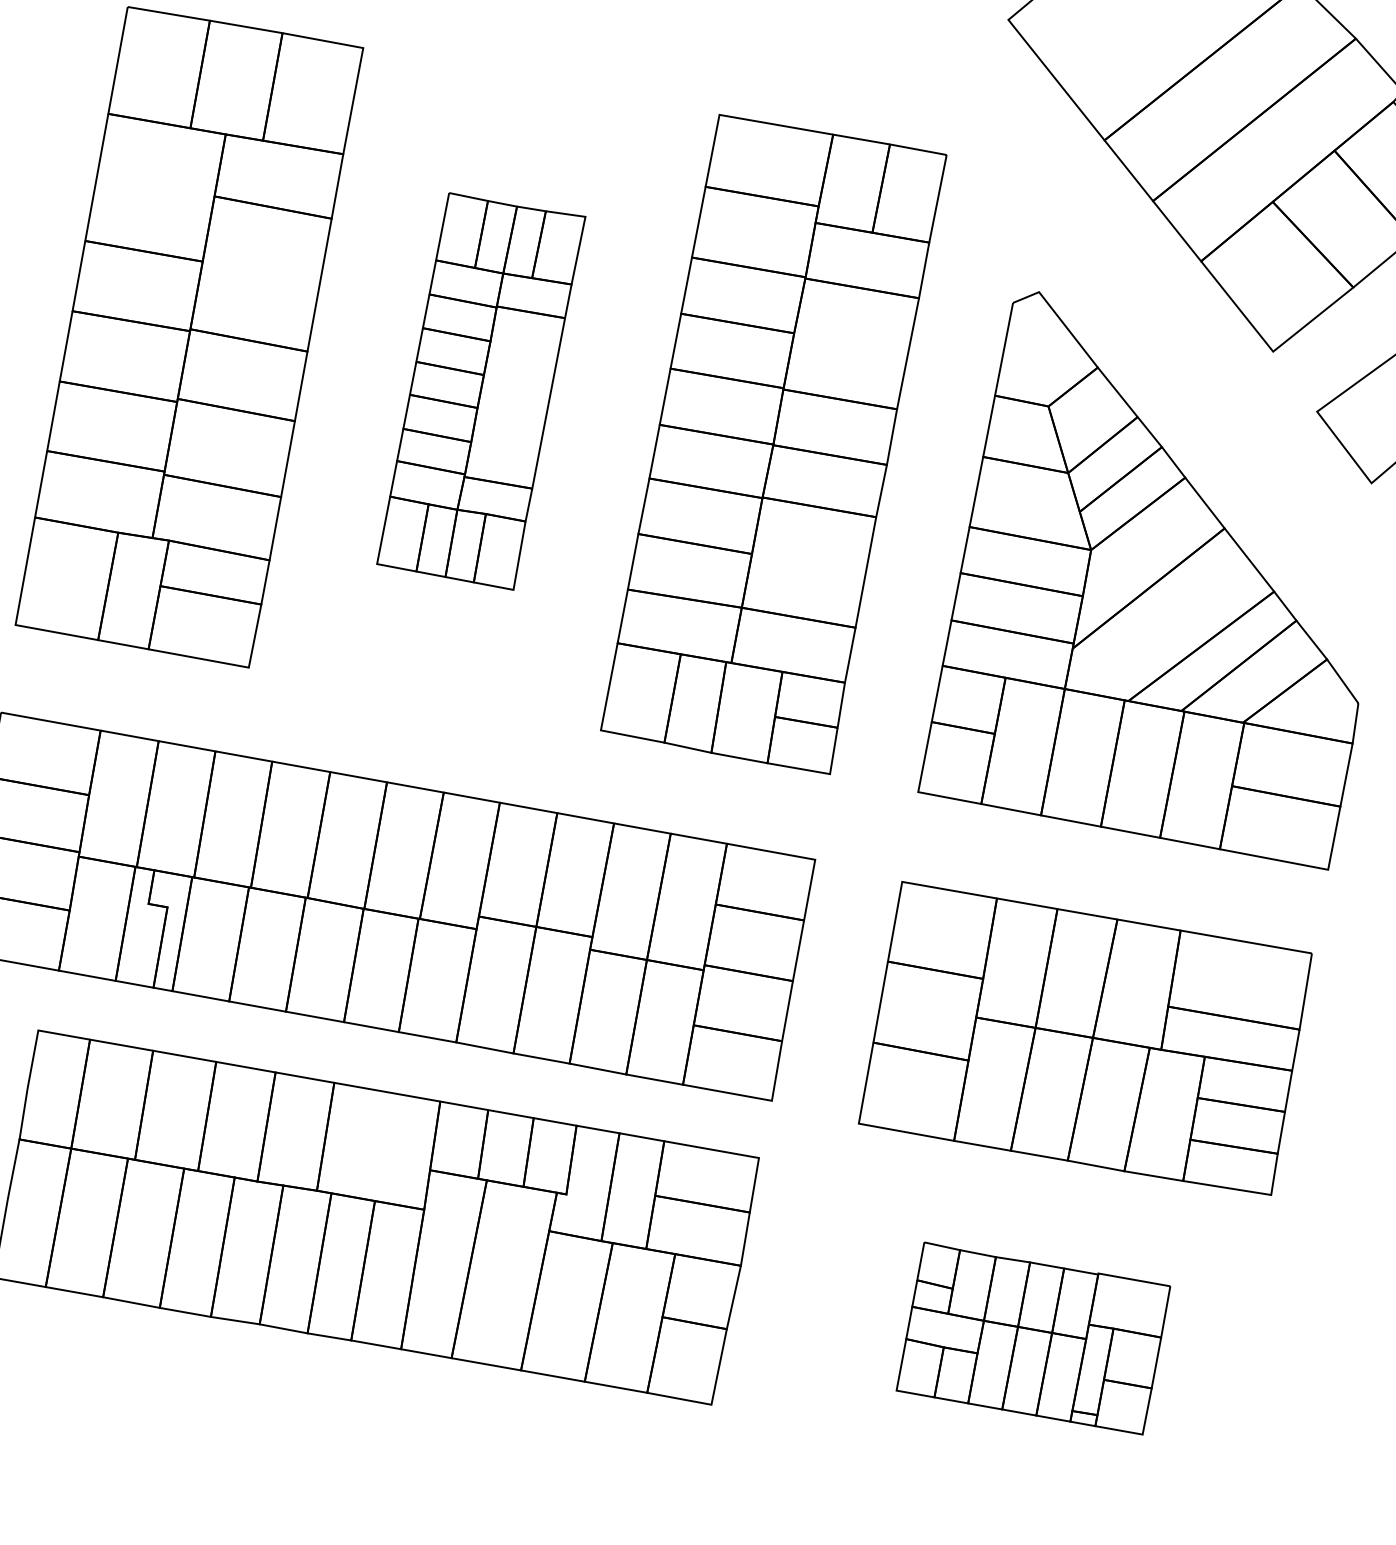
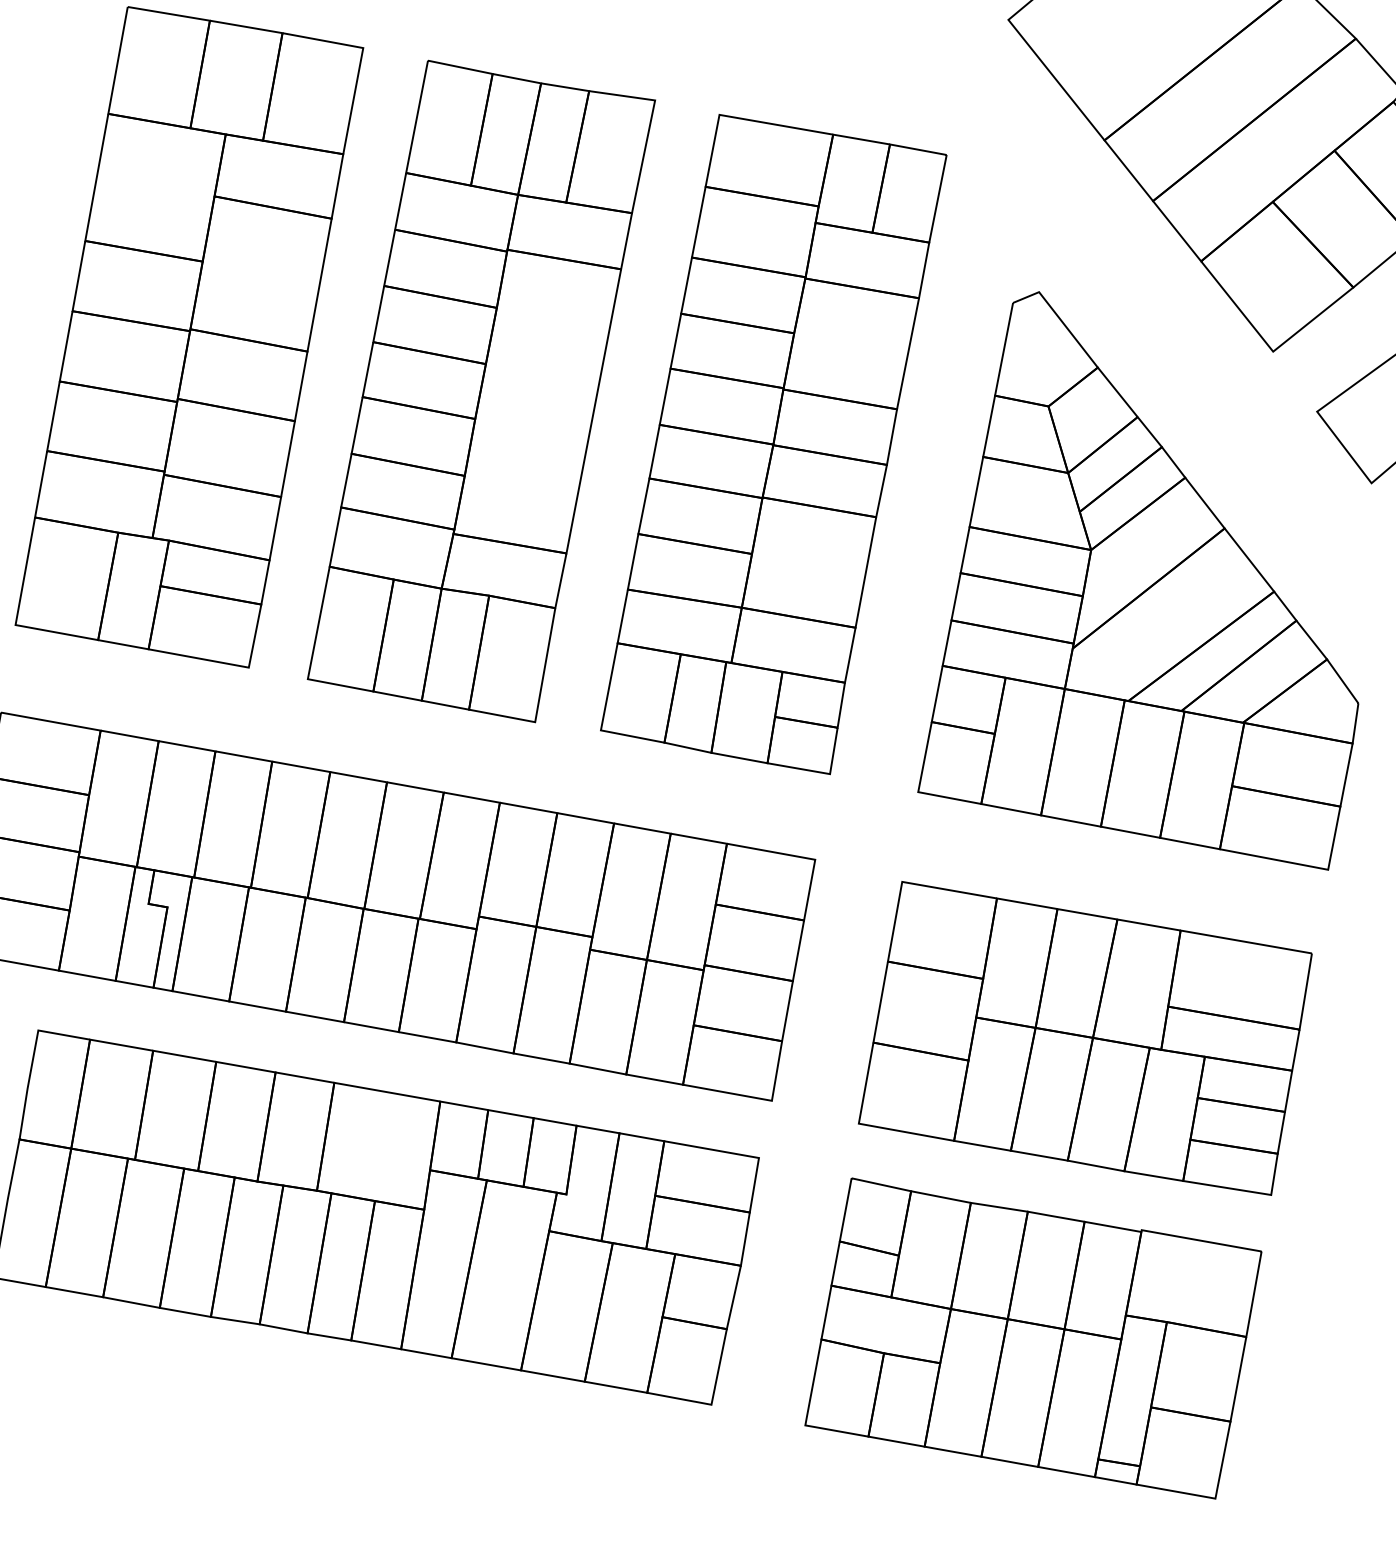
part at (481, 391) size: 211x399 px -> 350x665 px
part at (1033, 1338) size: 277x195 px -> 459x323 px
